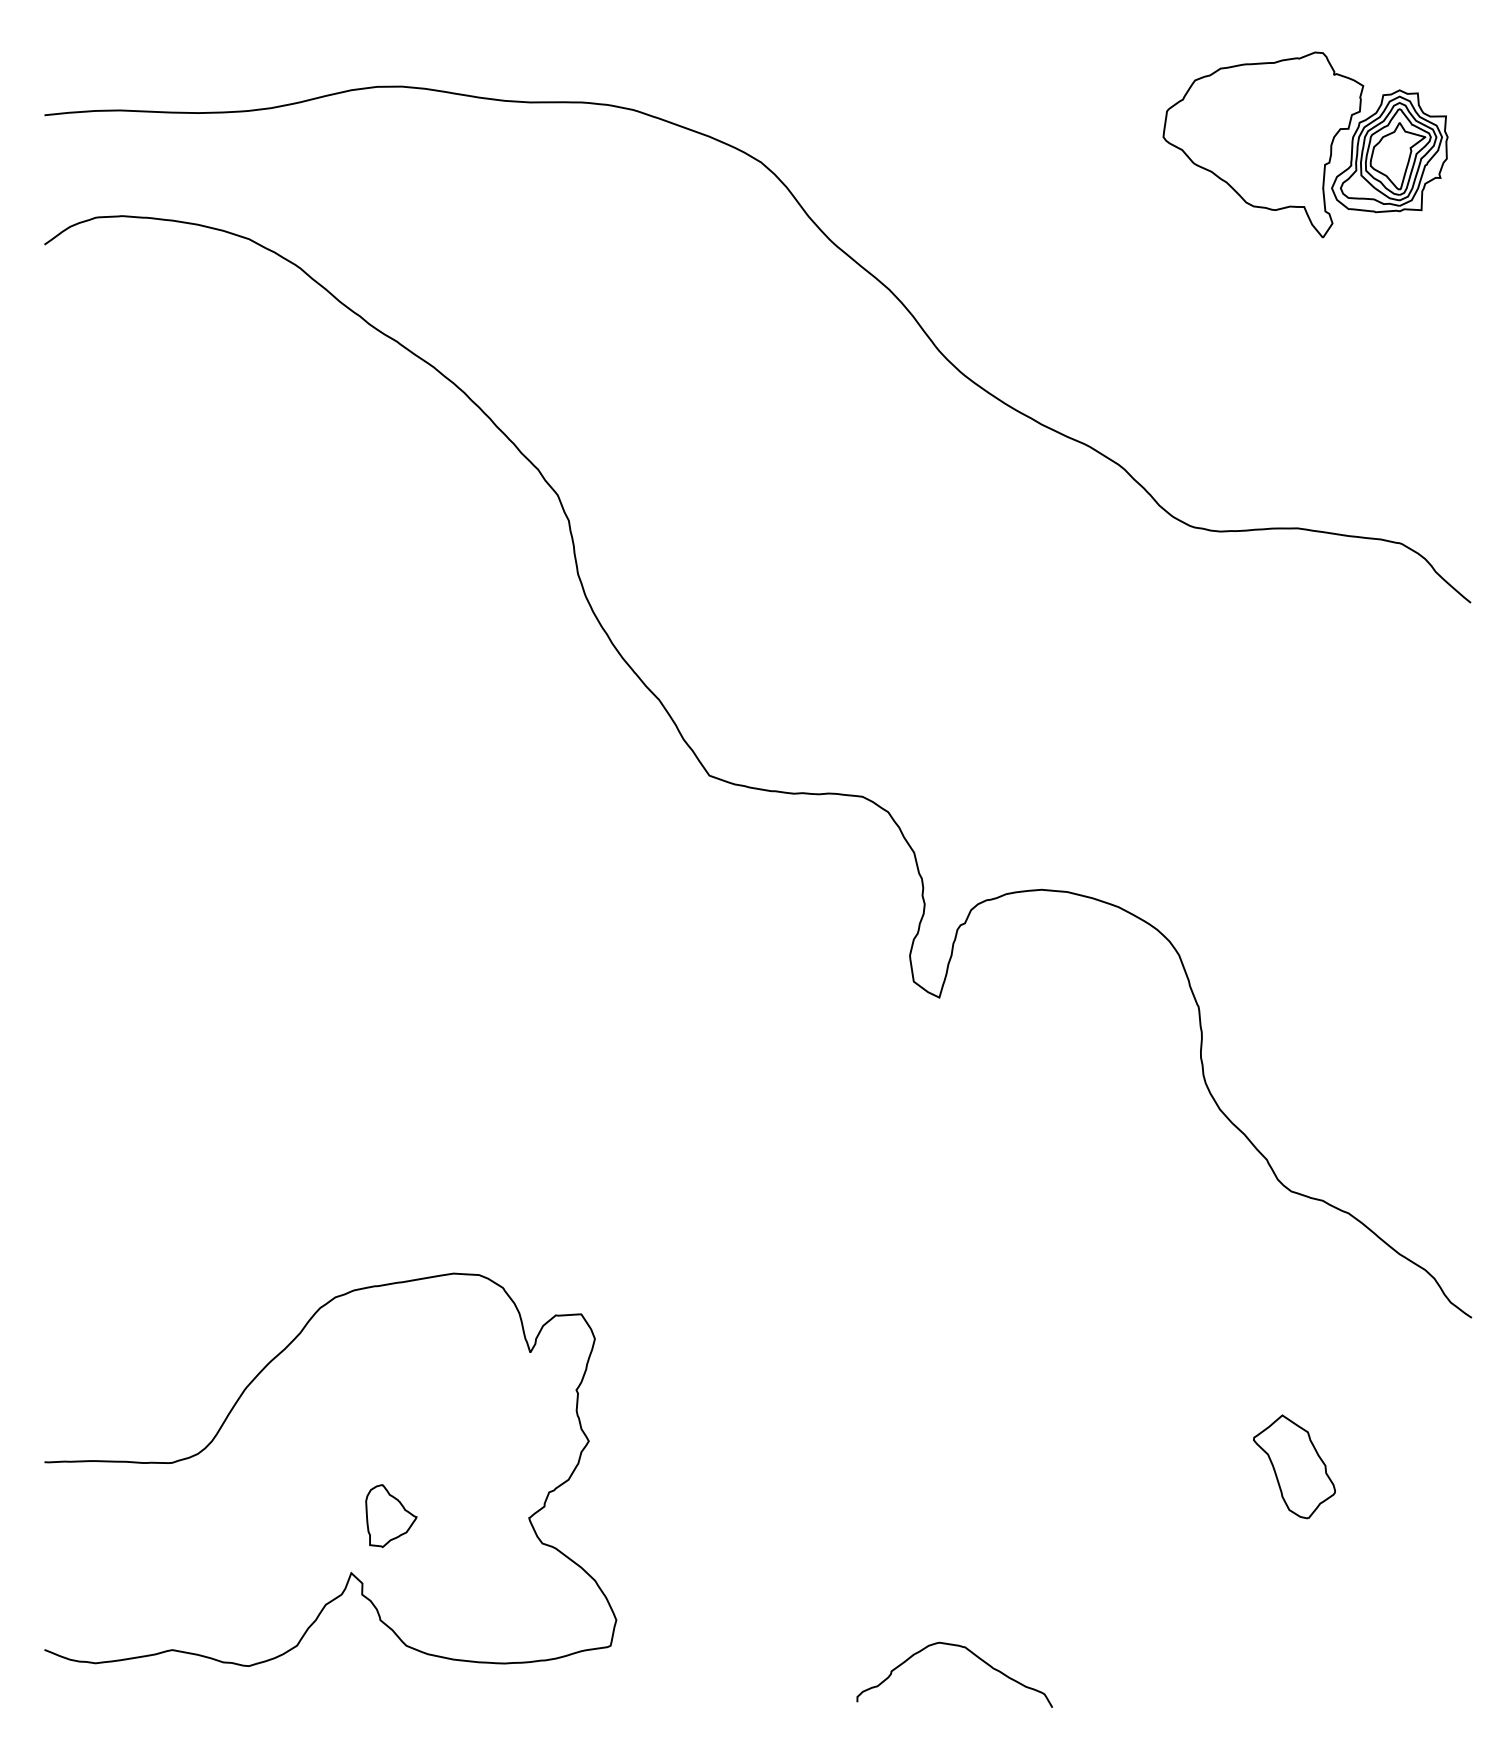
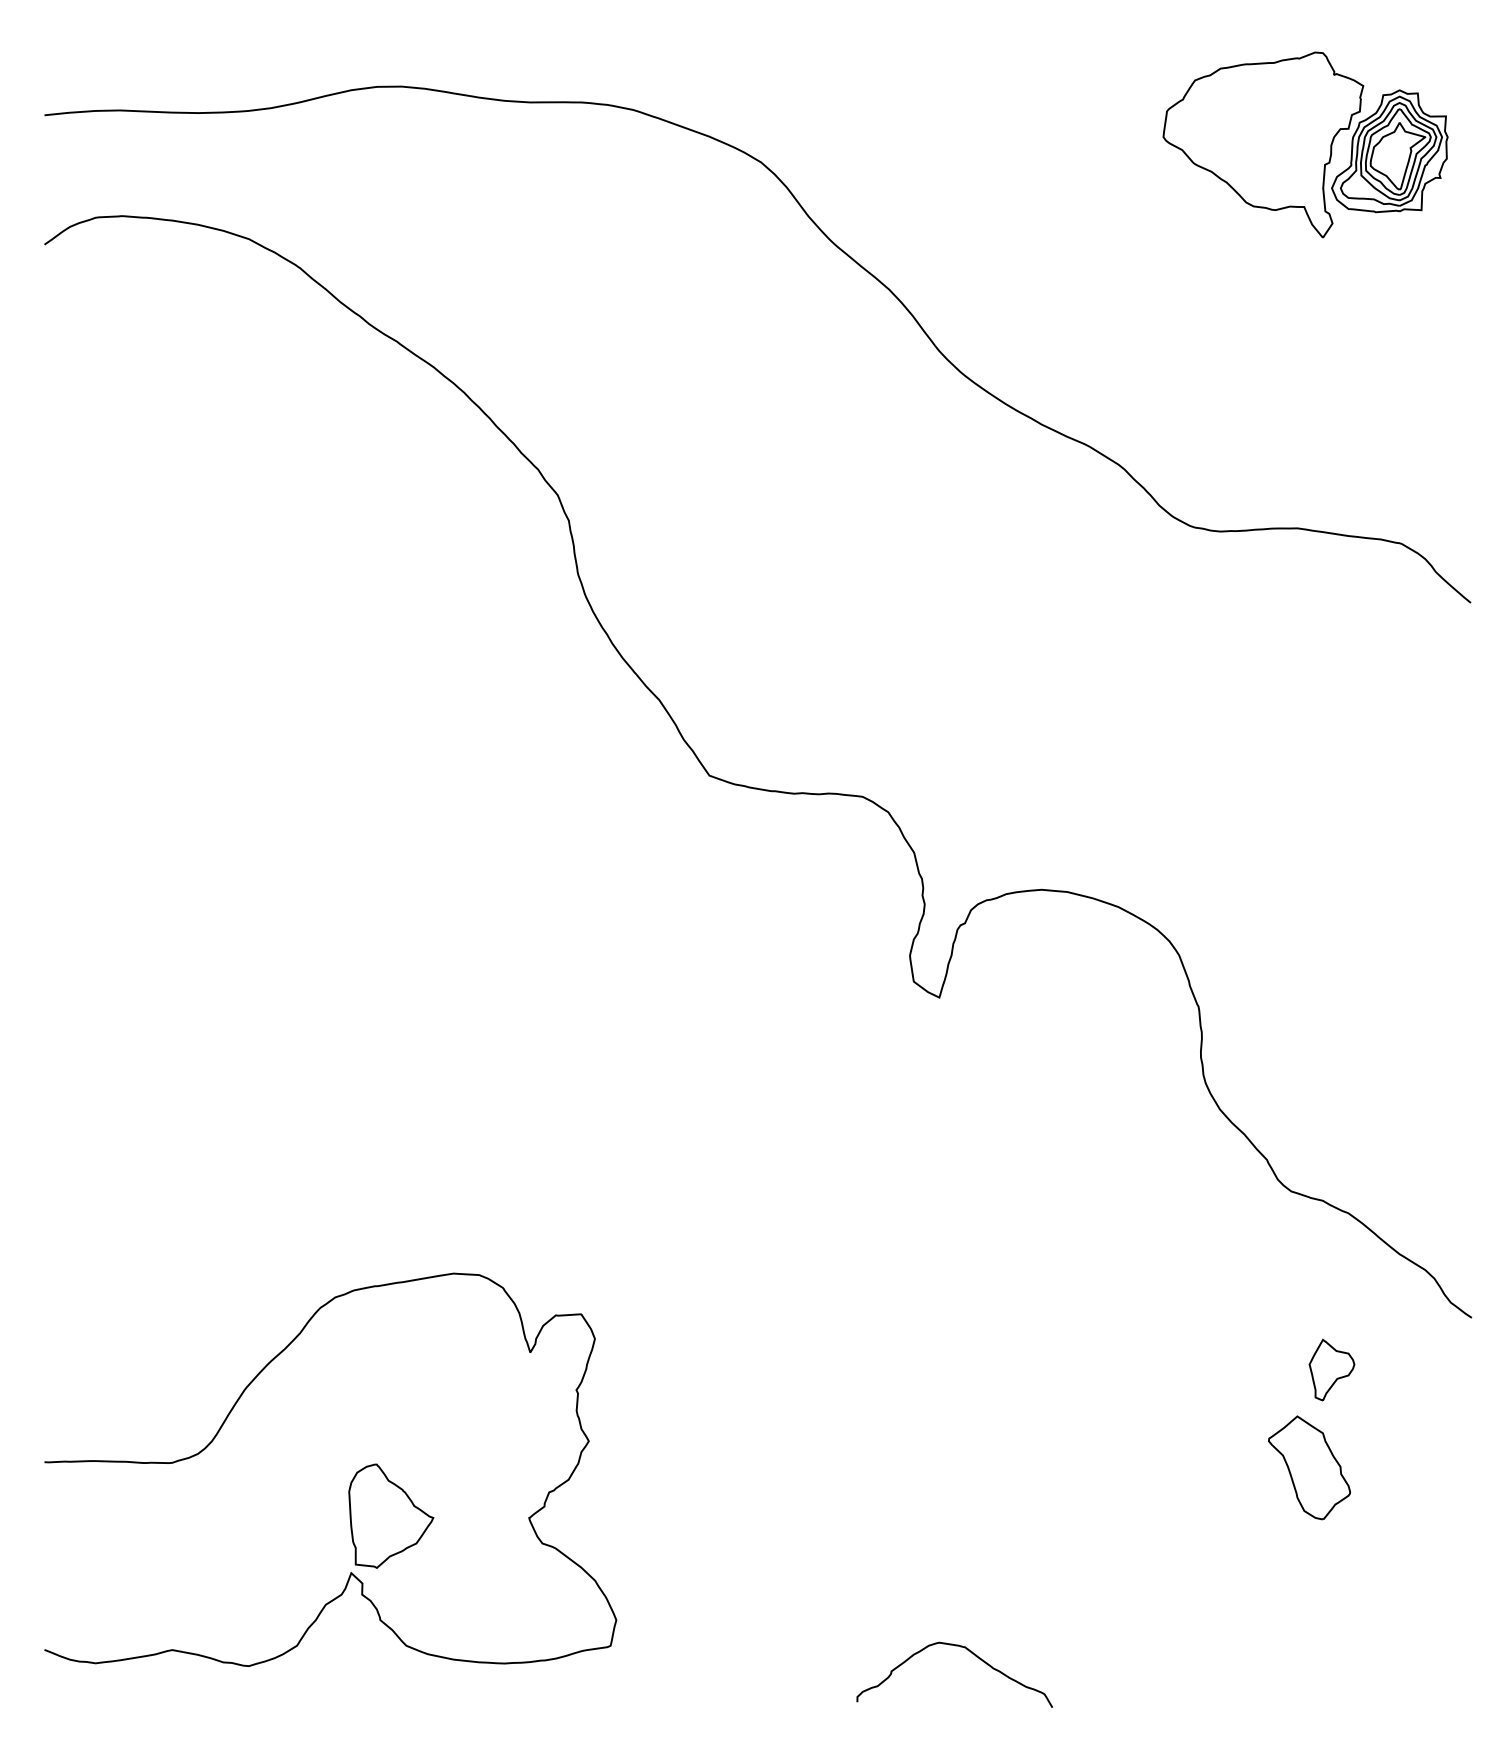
part at (1331, 1369): none -> present
part at (1294, 1466) position: (1294, 1466) -> (1309, 1467)
part at (391, 1516) size: 53x65 px -> 87x106 px
